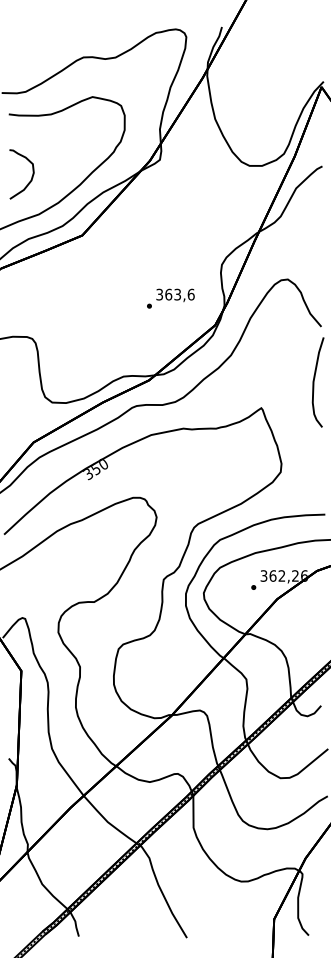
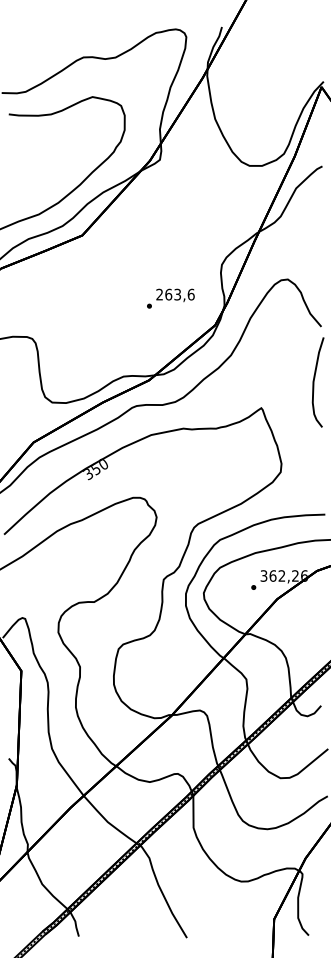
curve at (31, 176): present -> none
text at (159, 294): 363,6 -> 263,6
